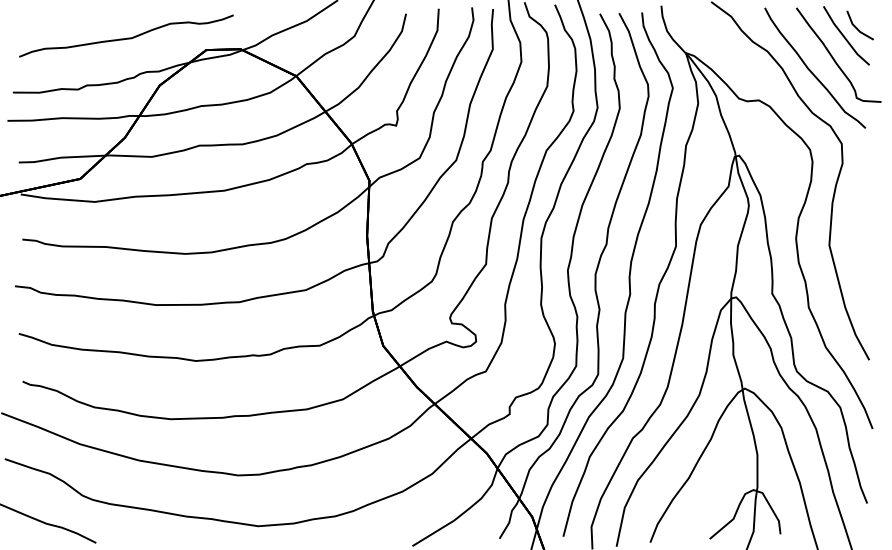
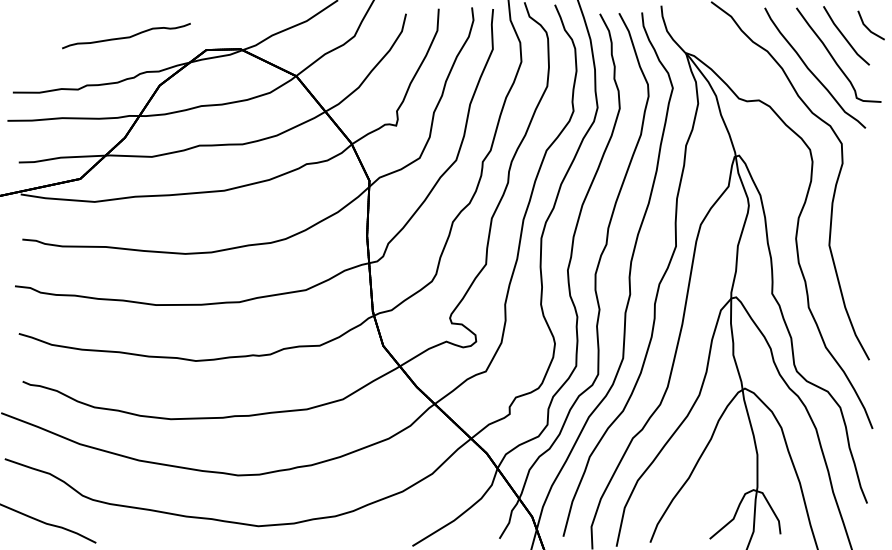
line at (857, 27) position: (857, 27) -> (868, 27)
part at (126, 35) size: 215x44 px -> 129x28 px
